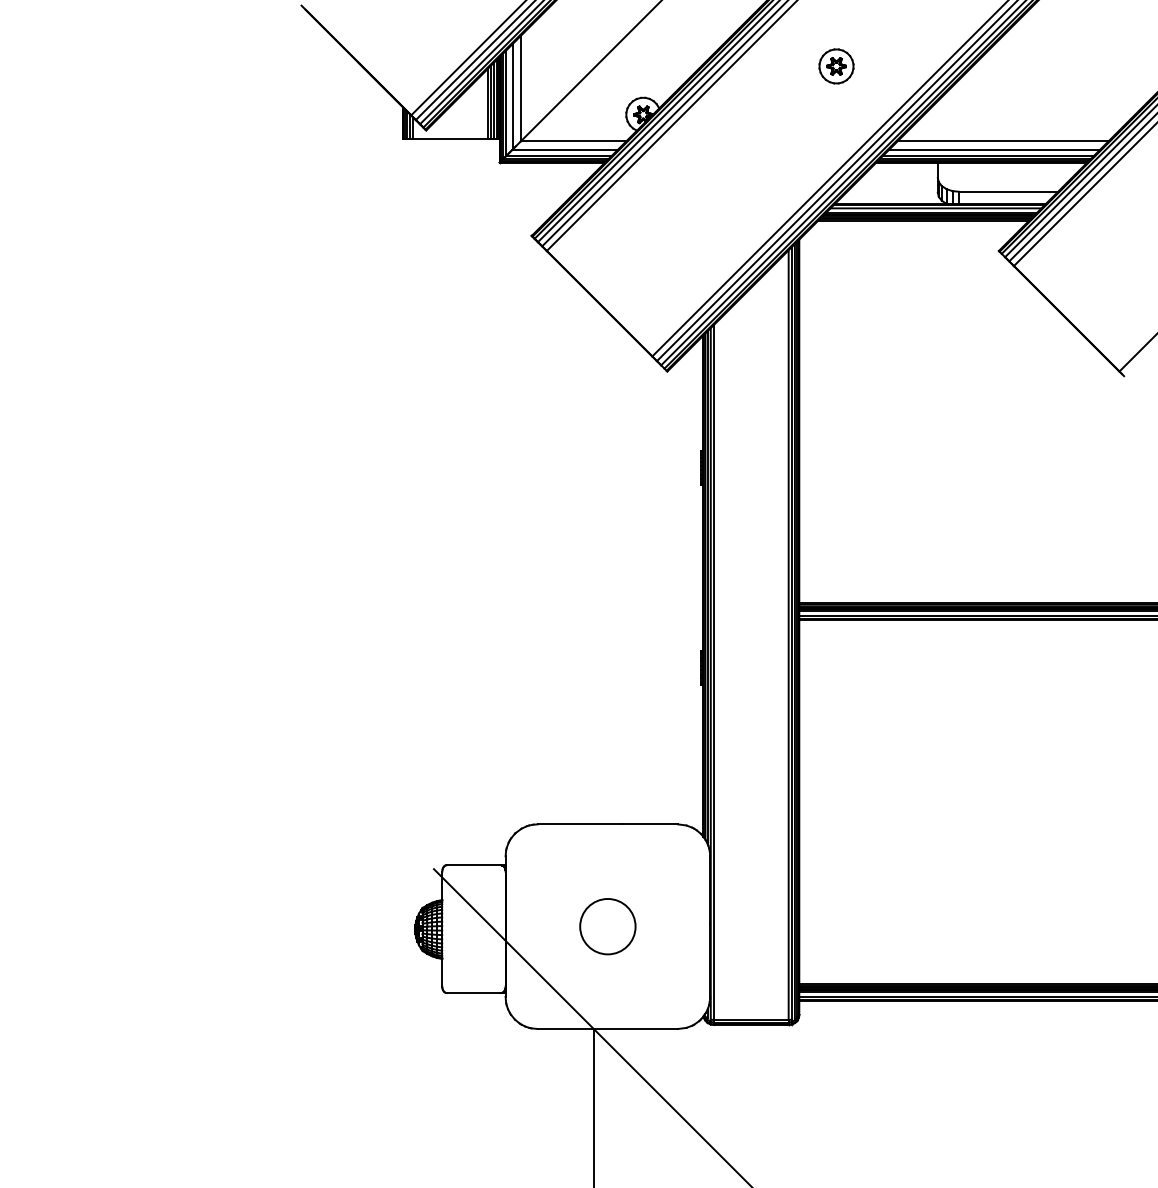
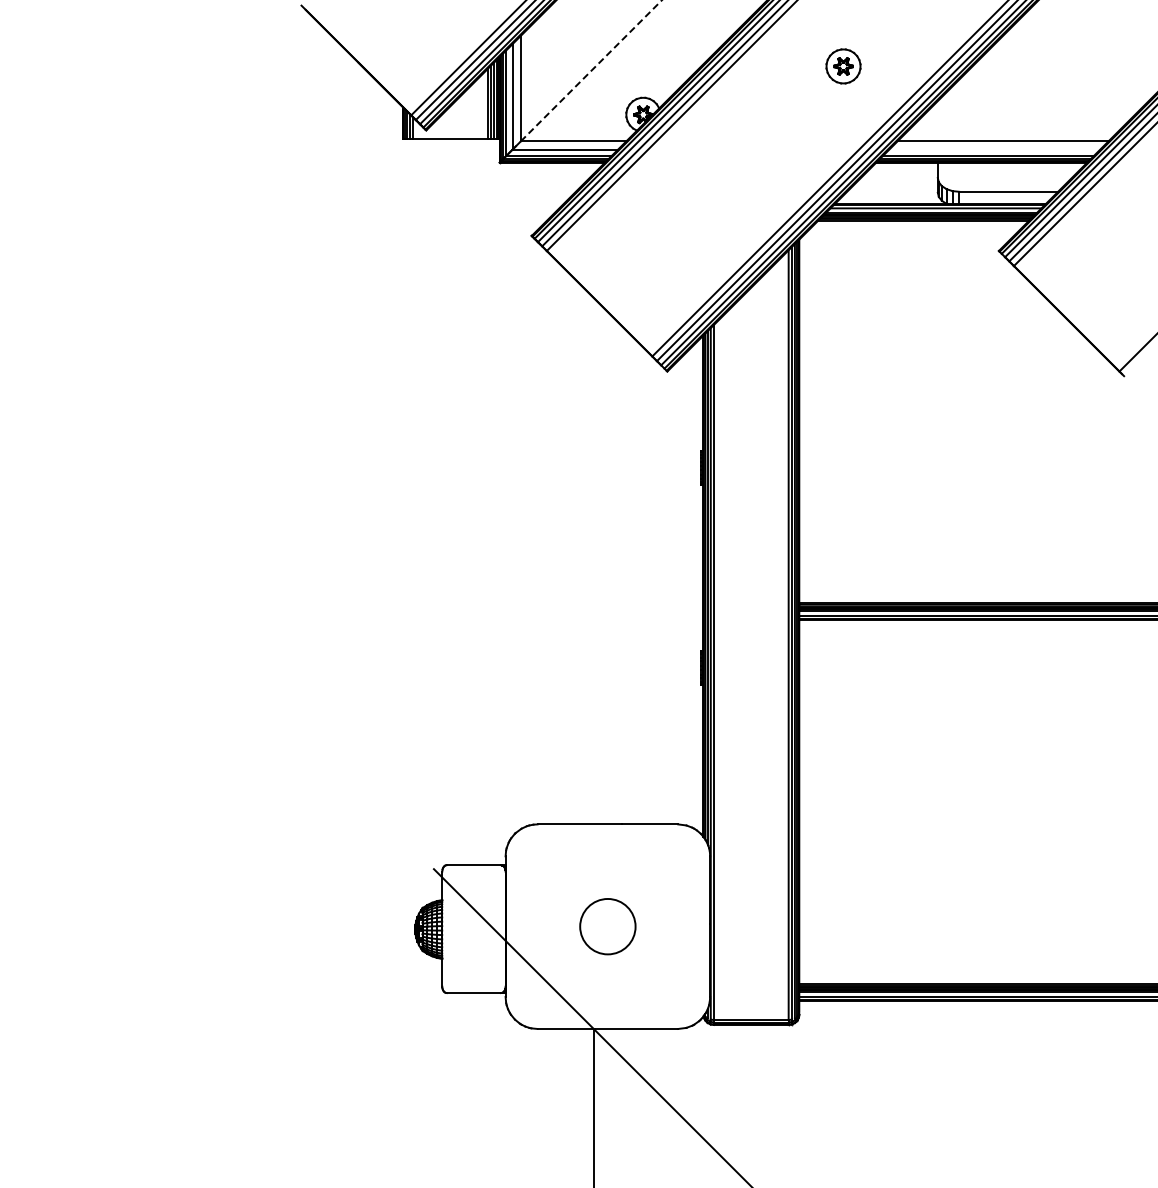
part at (836, 66) position: (836, 66) -> (843, 66)
line at (591, 70): solid -> dashed
line at (994, 149): present -> none
